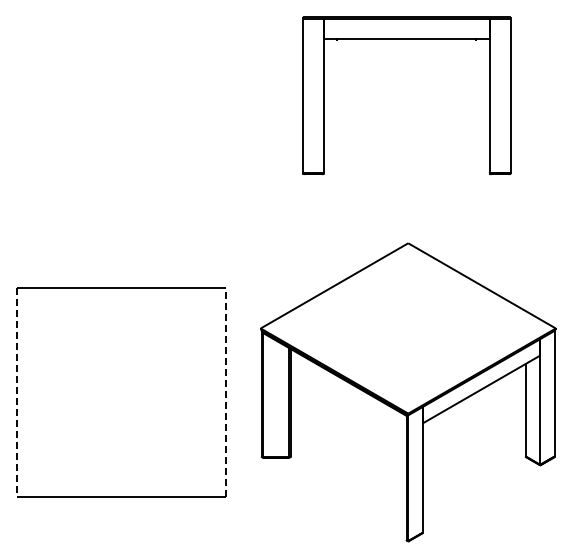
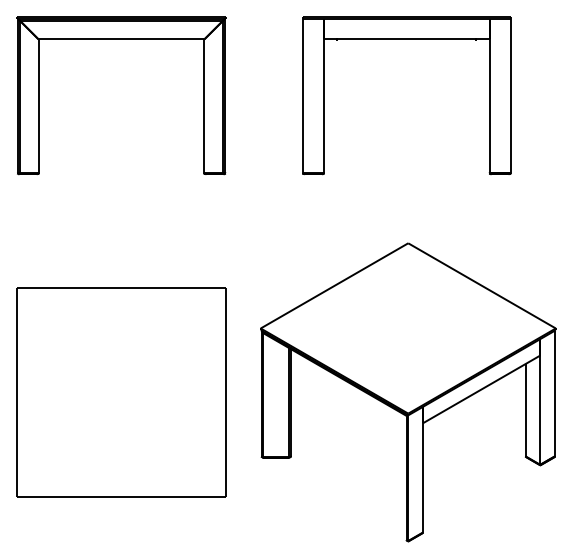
part at (121, 39): none -> present
line at (225, 391): dashed -> solid
line at (17, 392): dashed -> solid
